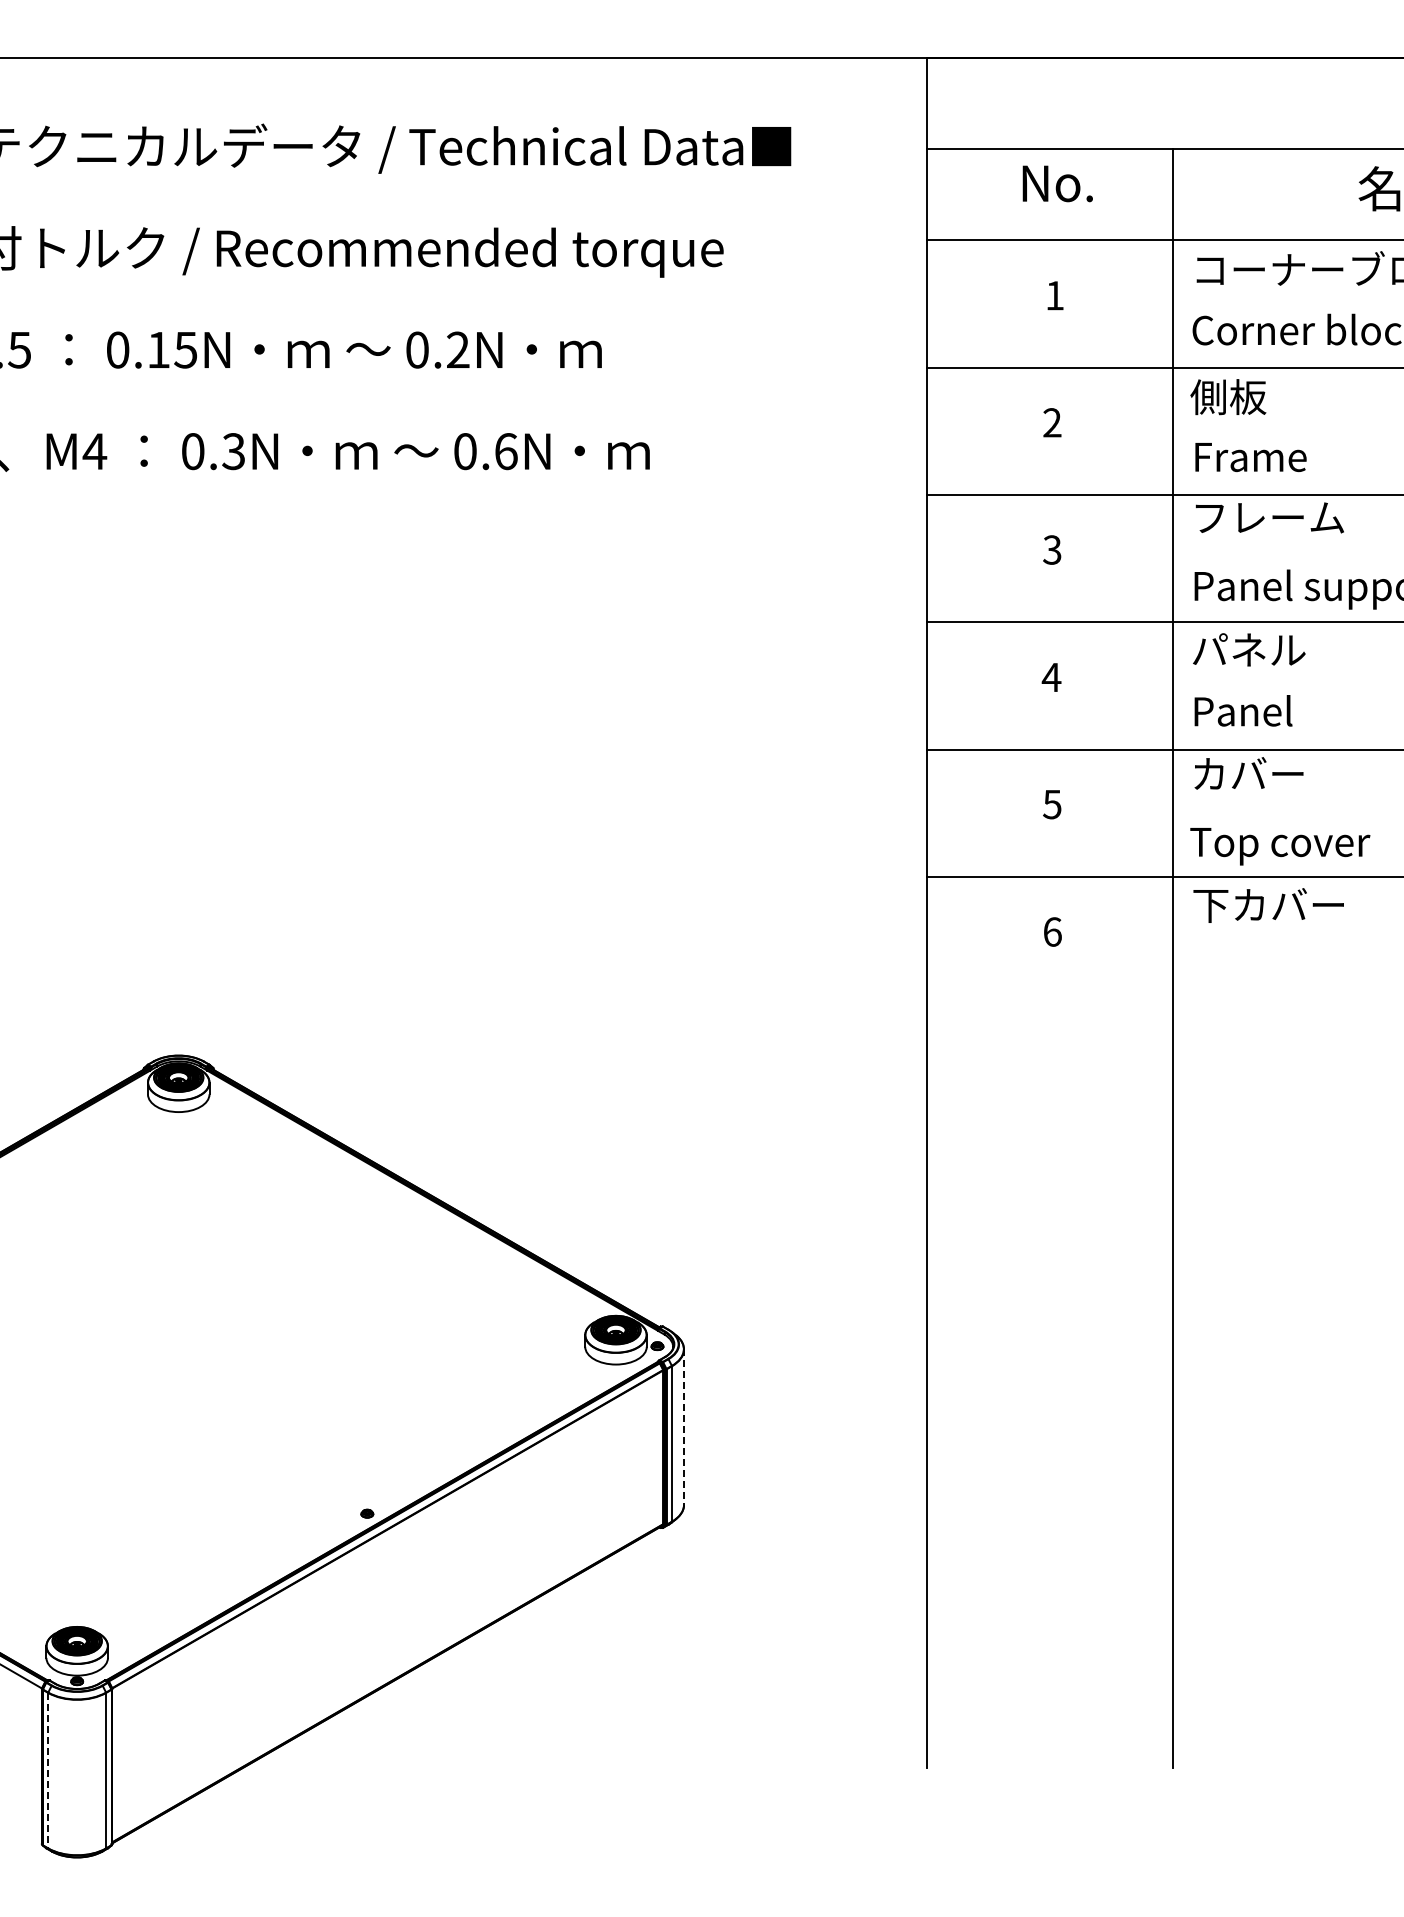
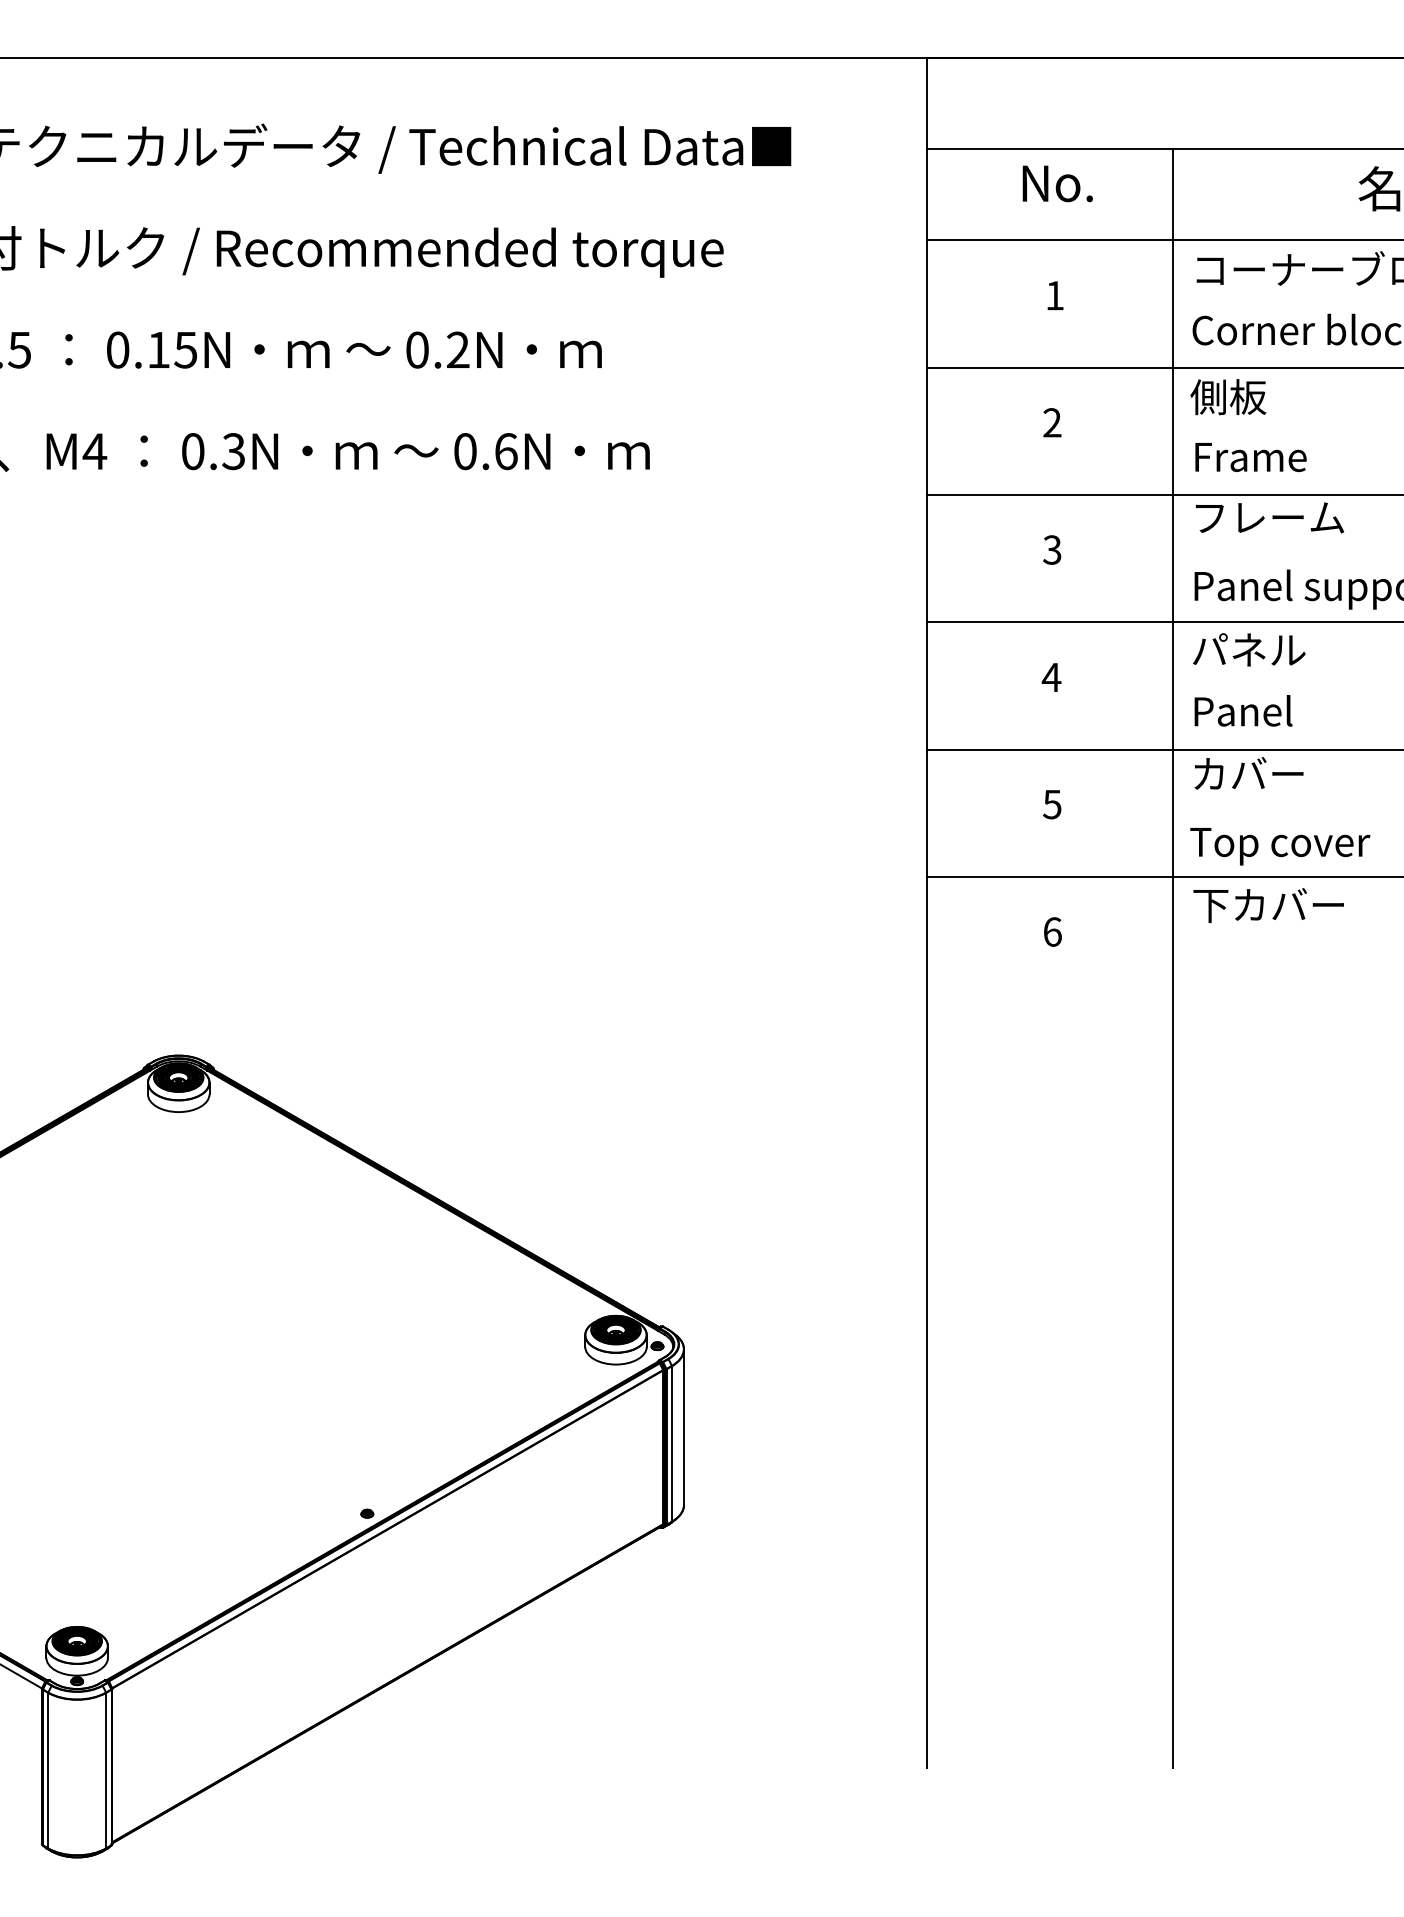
line at (684, 1427): dashed -> solid
line at (48, 1770): dashed -> solid
